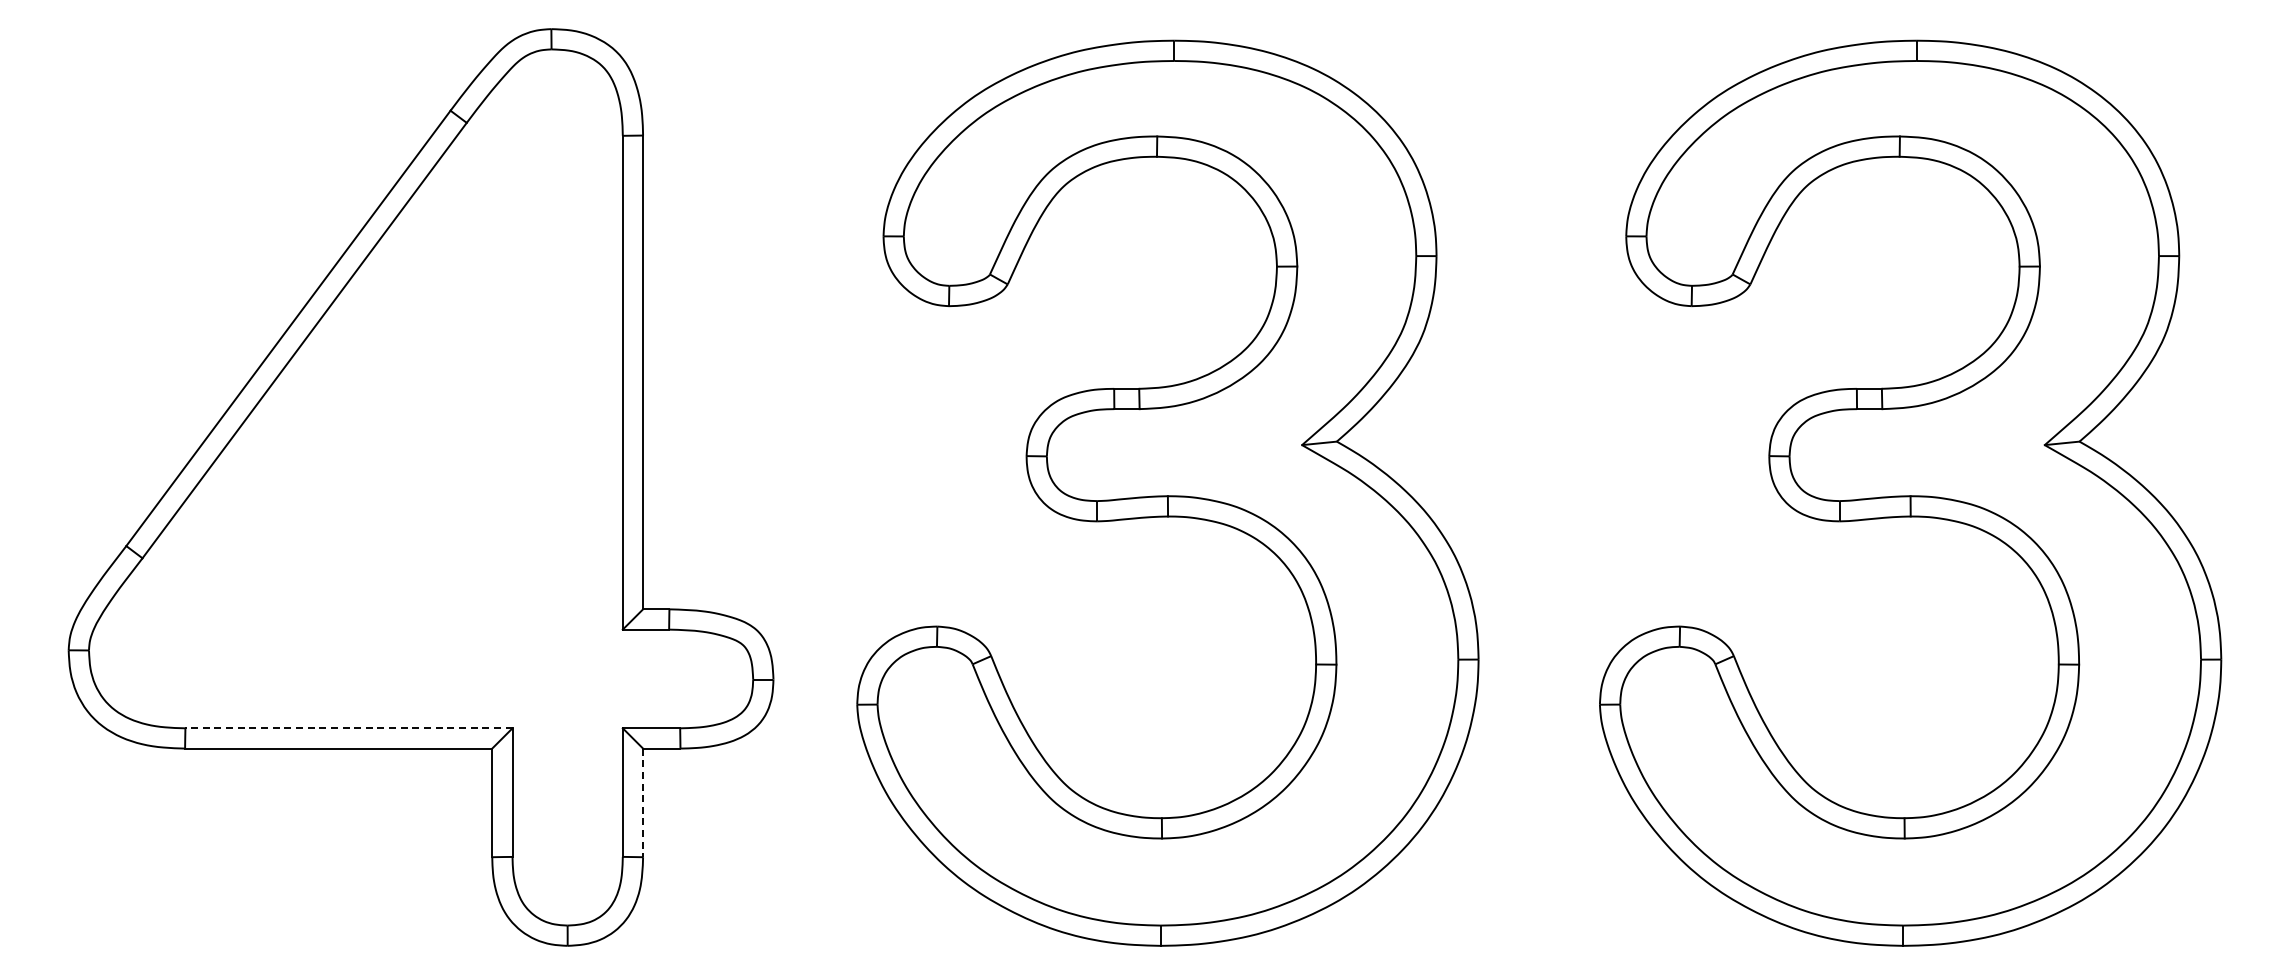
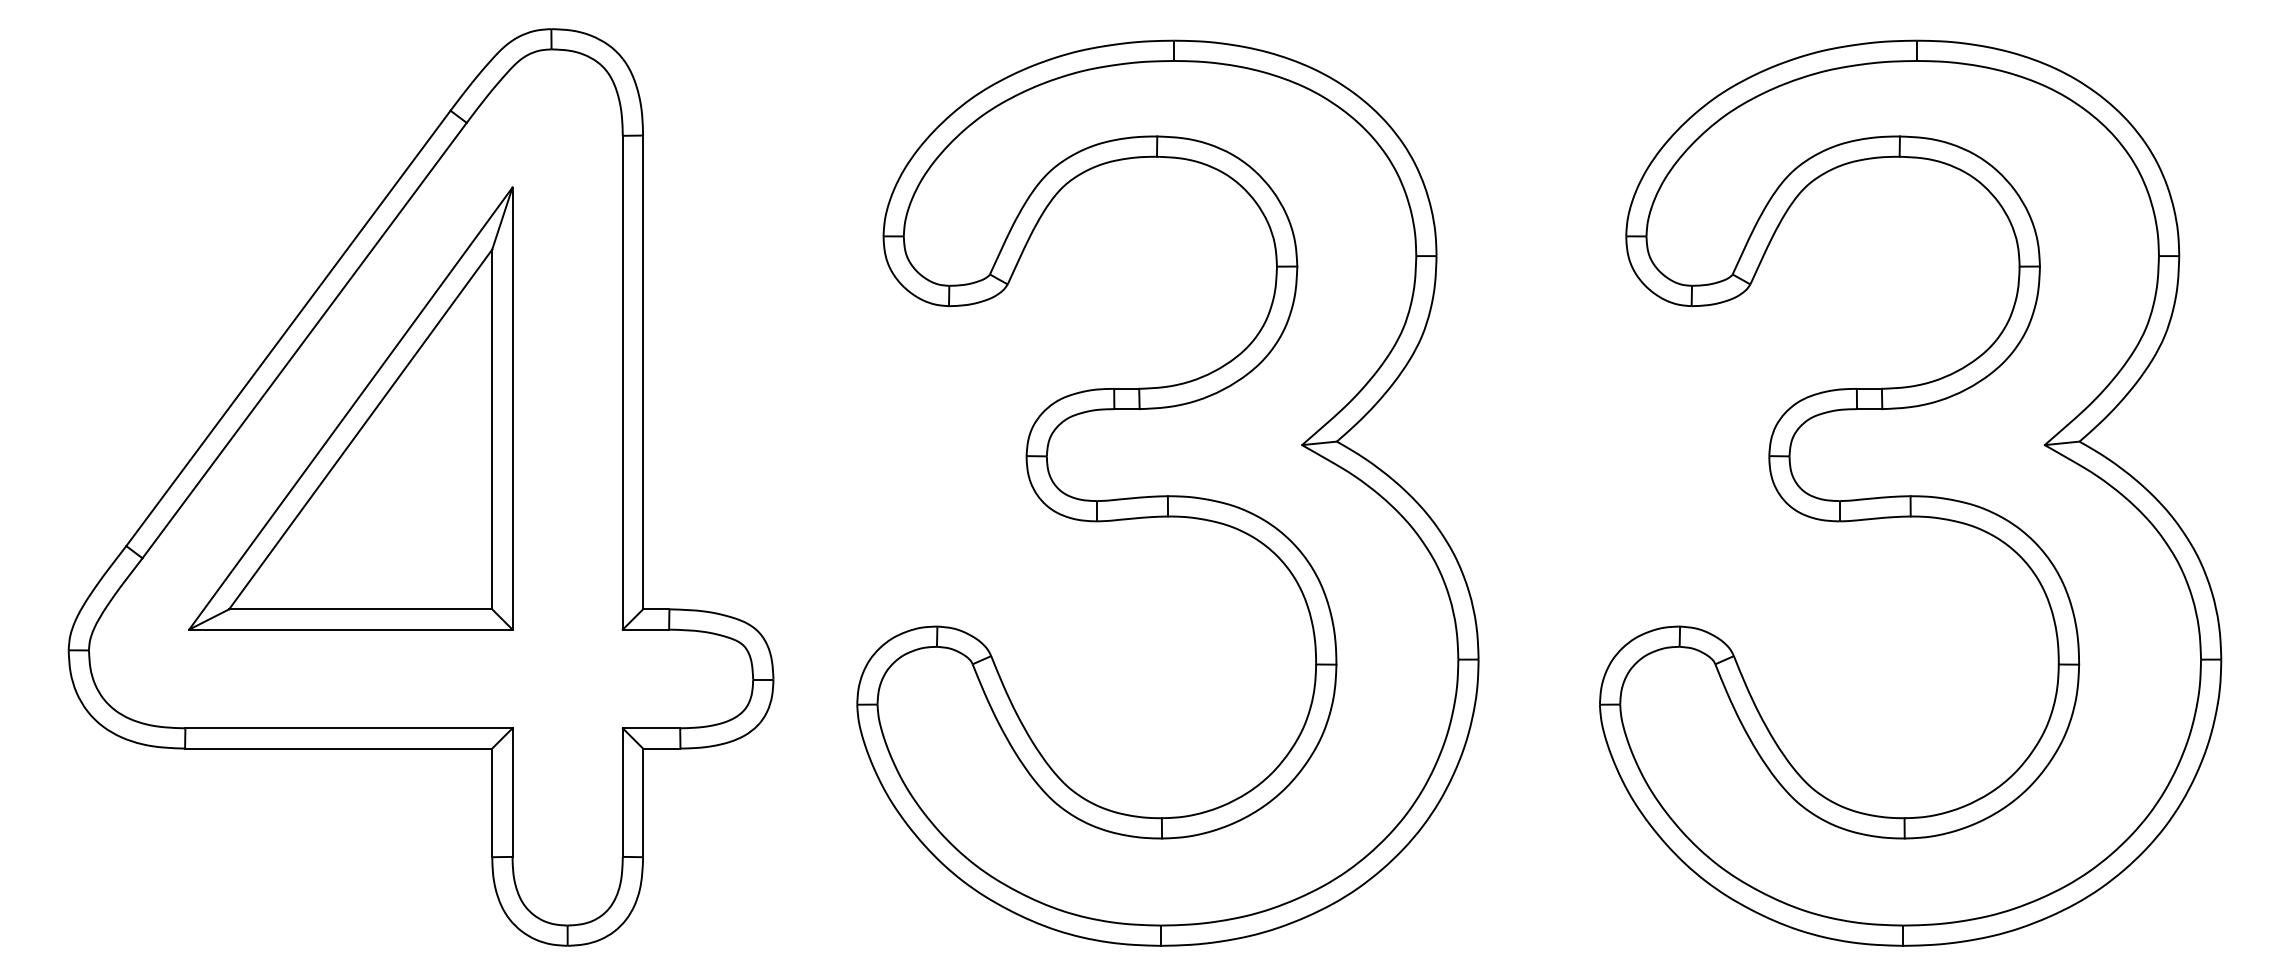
part at (350, 408): none -> present
line at (348, 728): dashed -> solid
line at (643, 803): dashed -> solid
